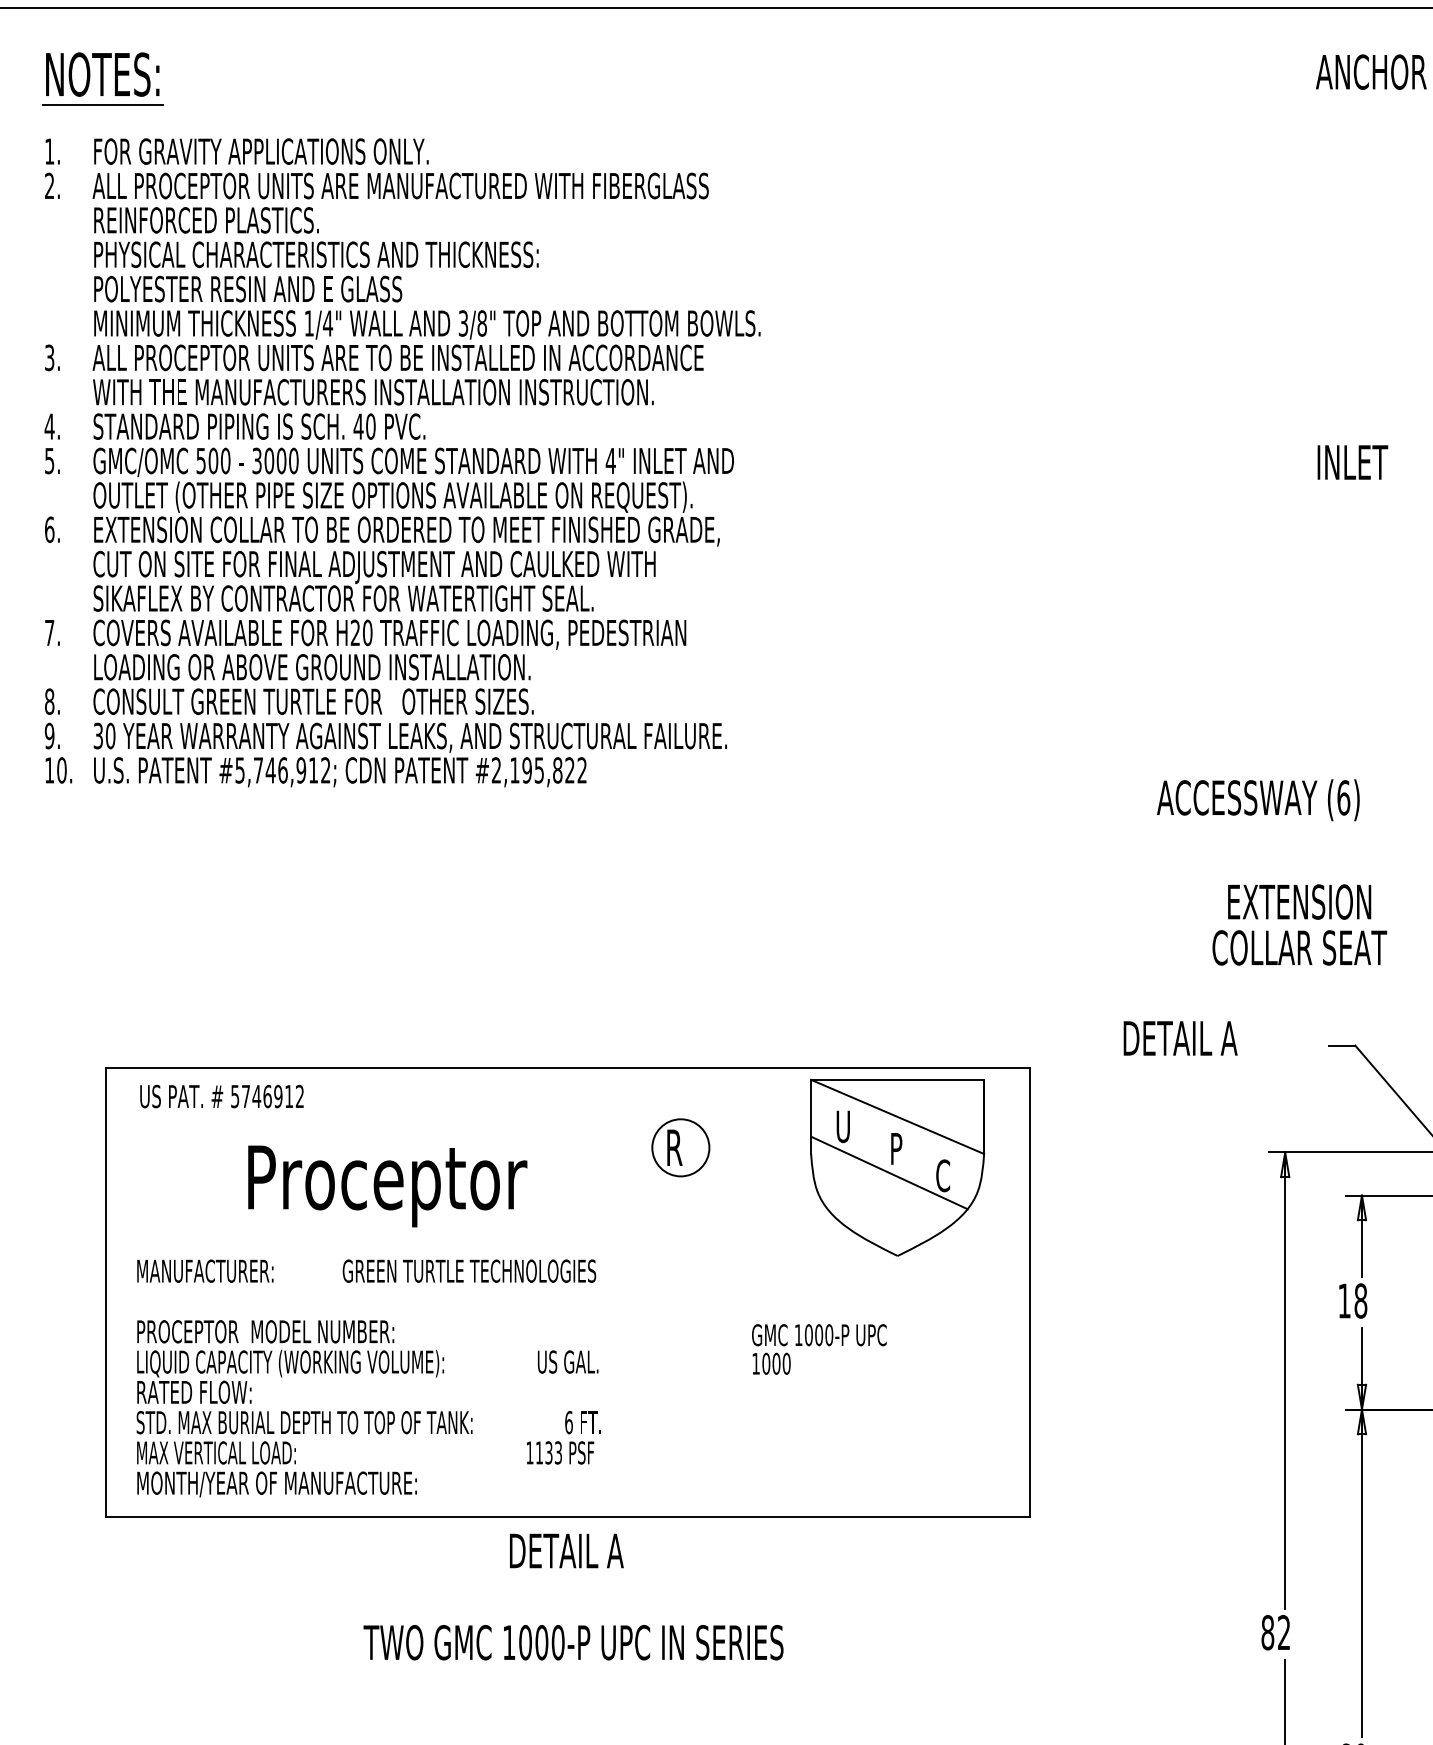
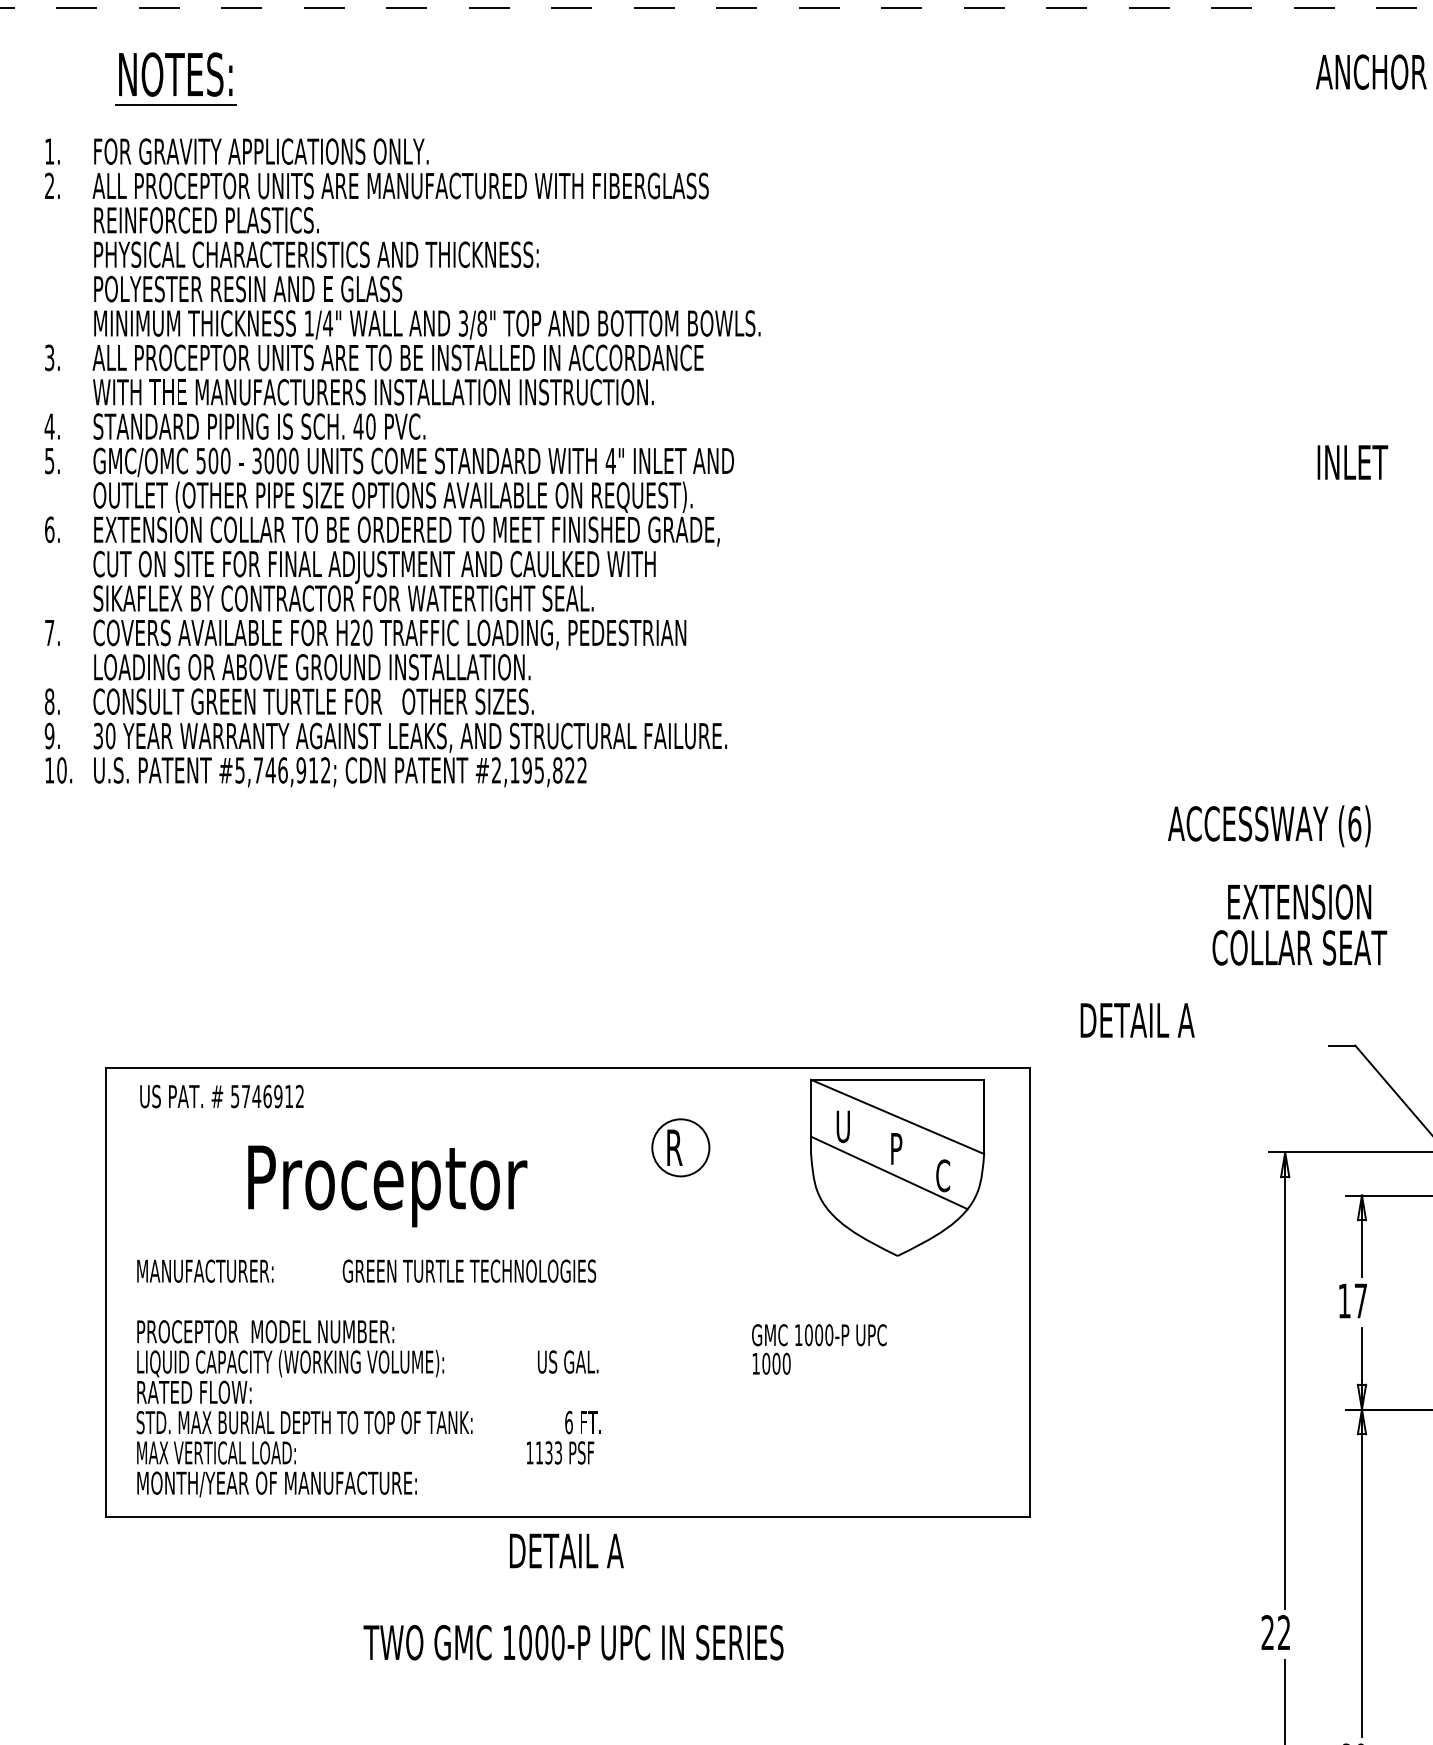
line at (716, 8): solid -> dashed
part at (102, 78) position: (102, 78) -> (175, 78)
text at (1258, 800) position: (1258, 800) -> (1269, 826)
text at (1180, 1038) position: (1180, 1038) -> (1137, 1020)
text at (1360, 1300): 18 -> 17
text at (1267, 1632): 82 -> 22
